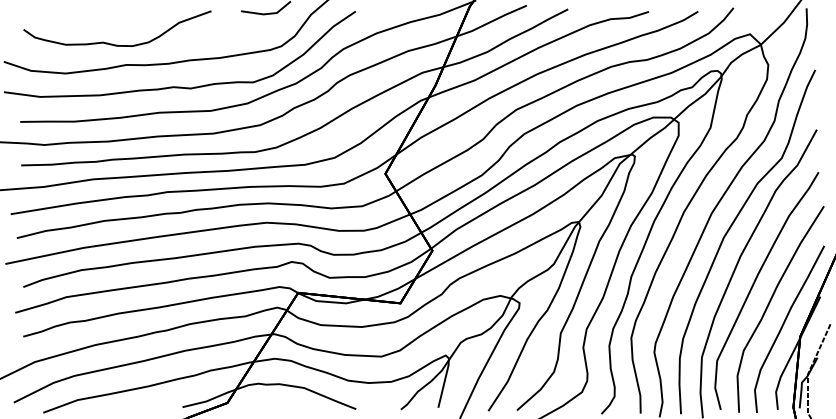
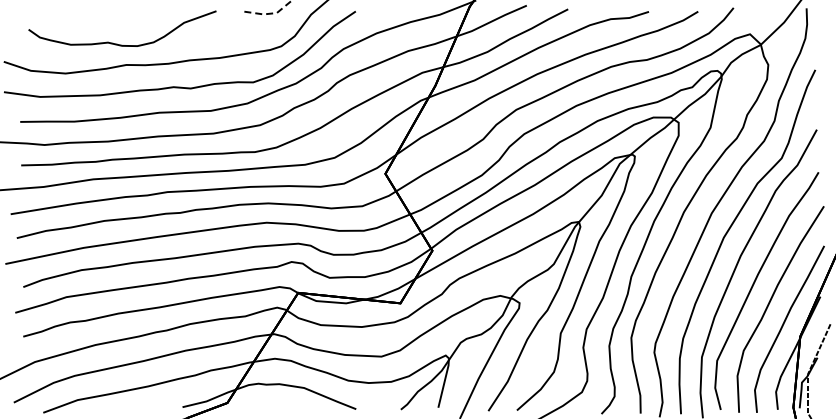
line at (268, 13): solid -> dashed
curve at (112, 43) position: (112, 43) -> (117, 43)
